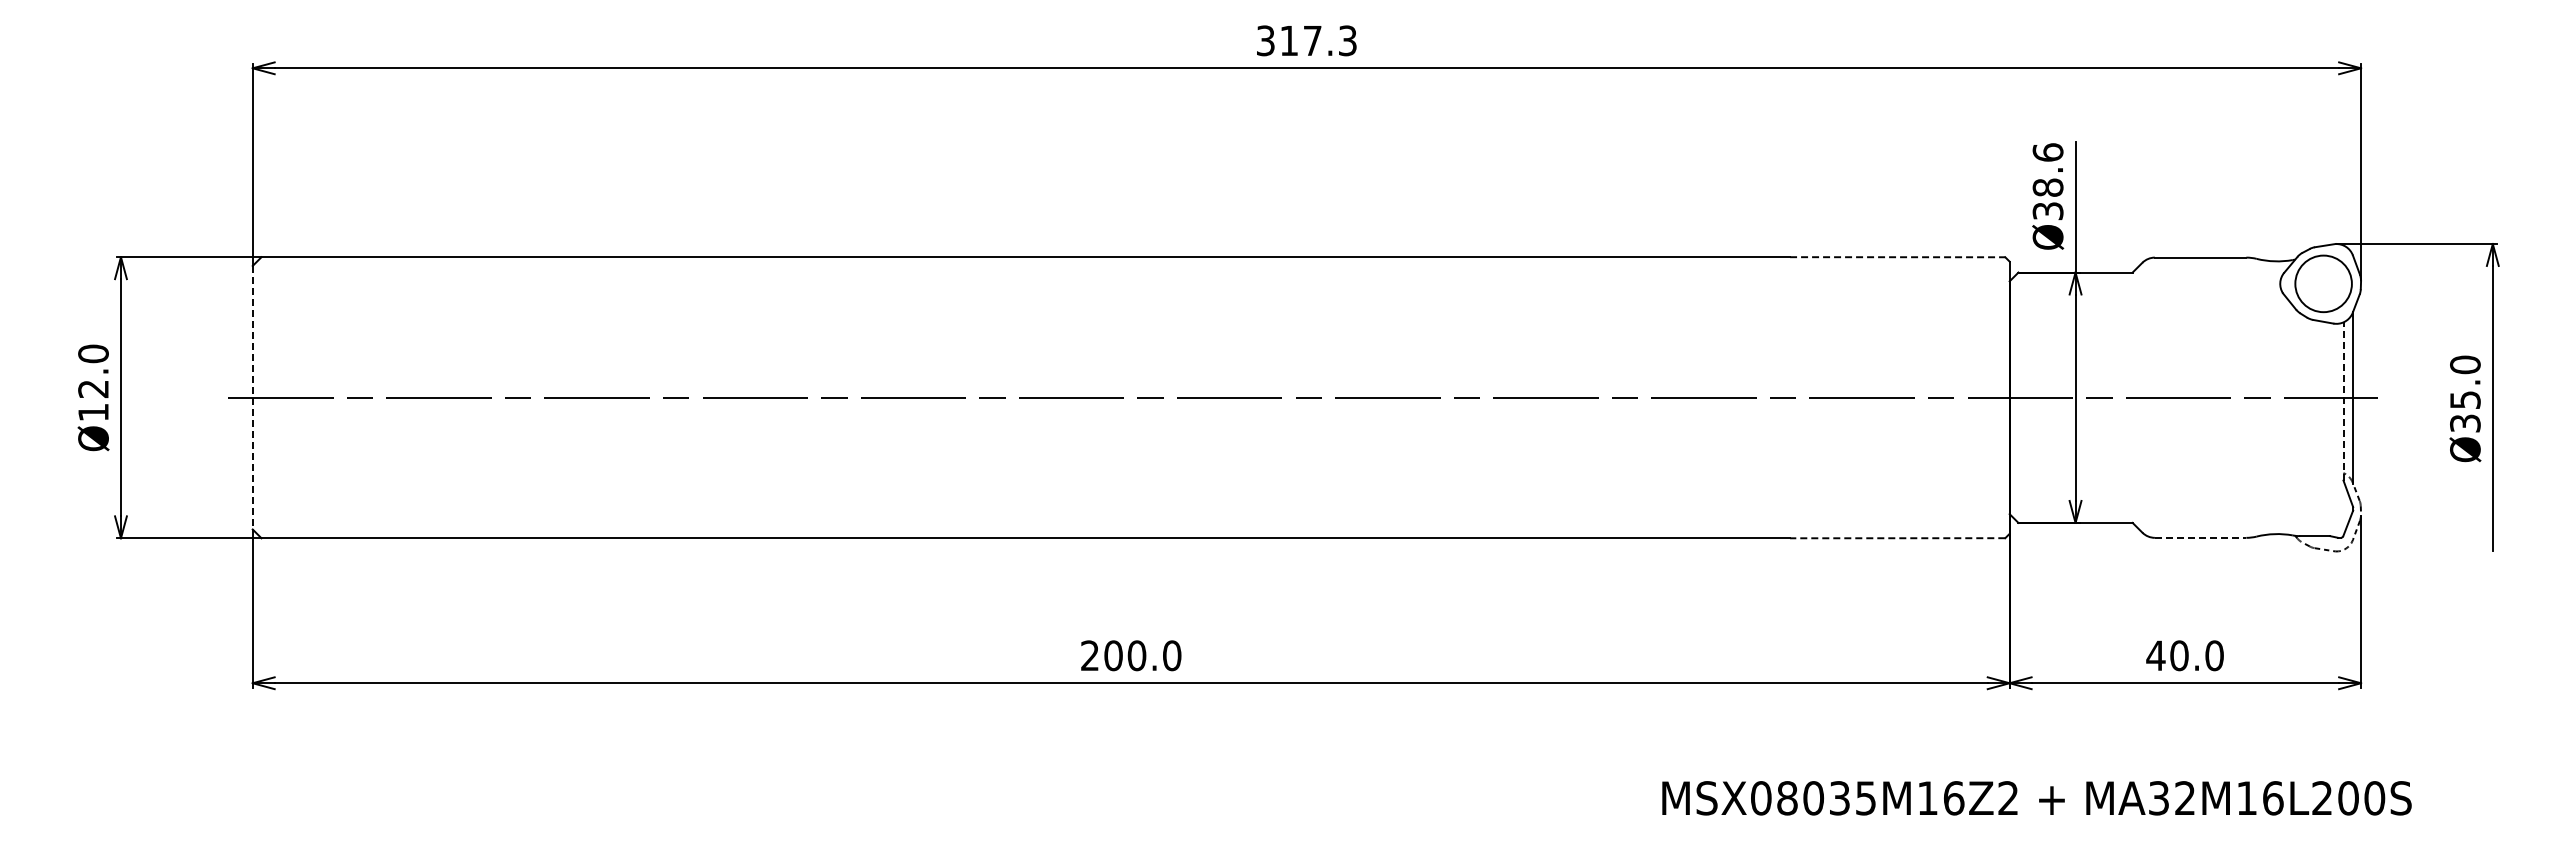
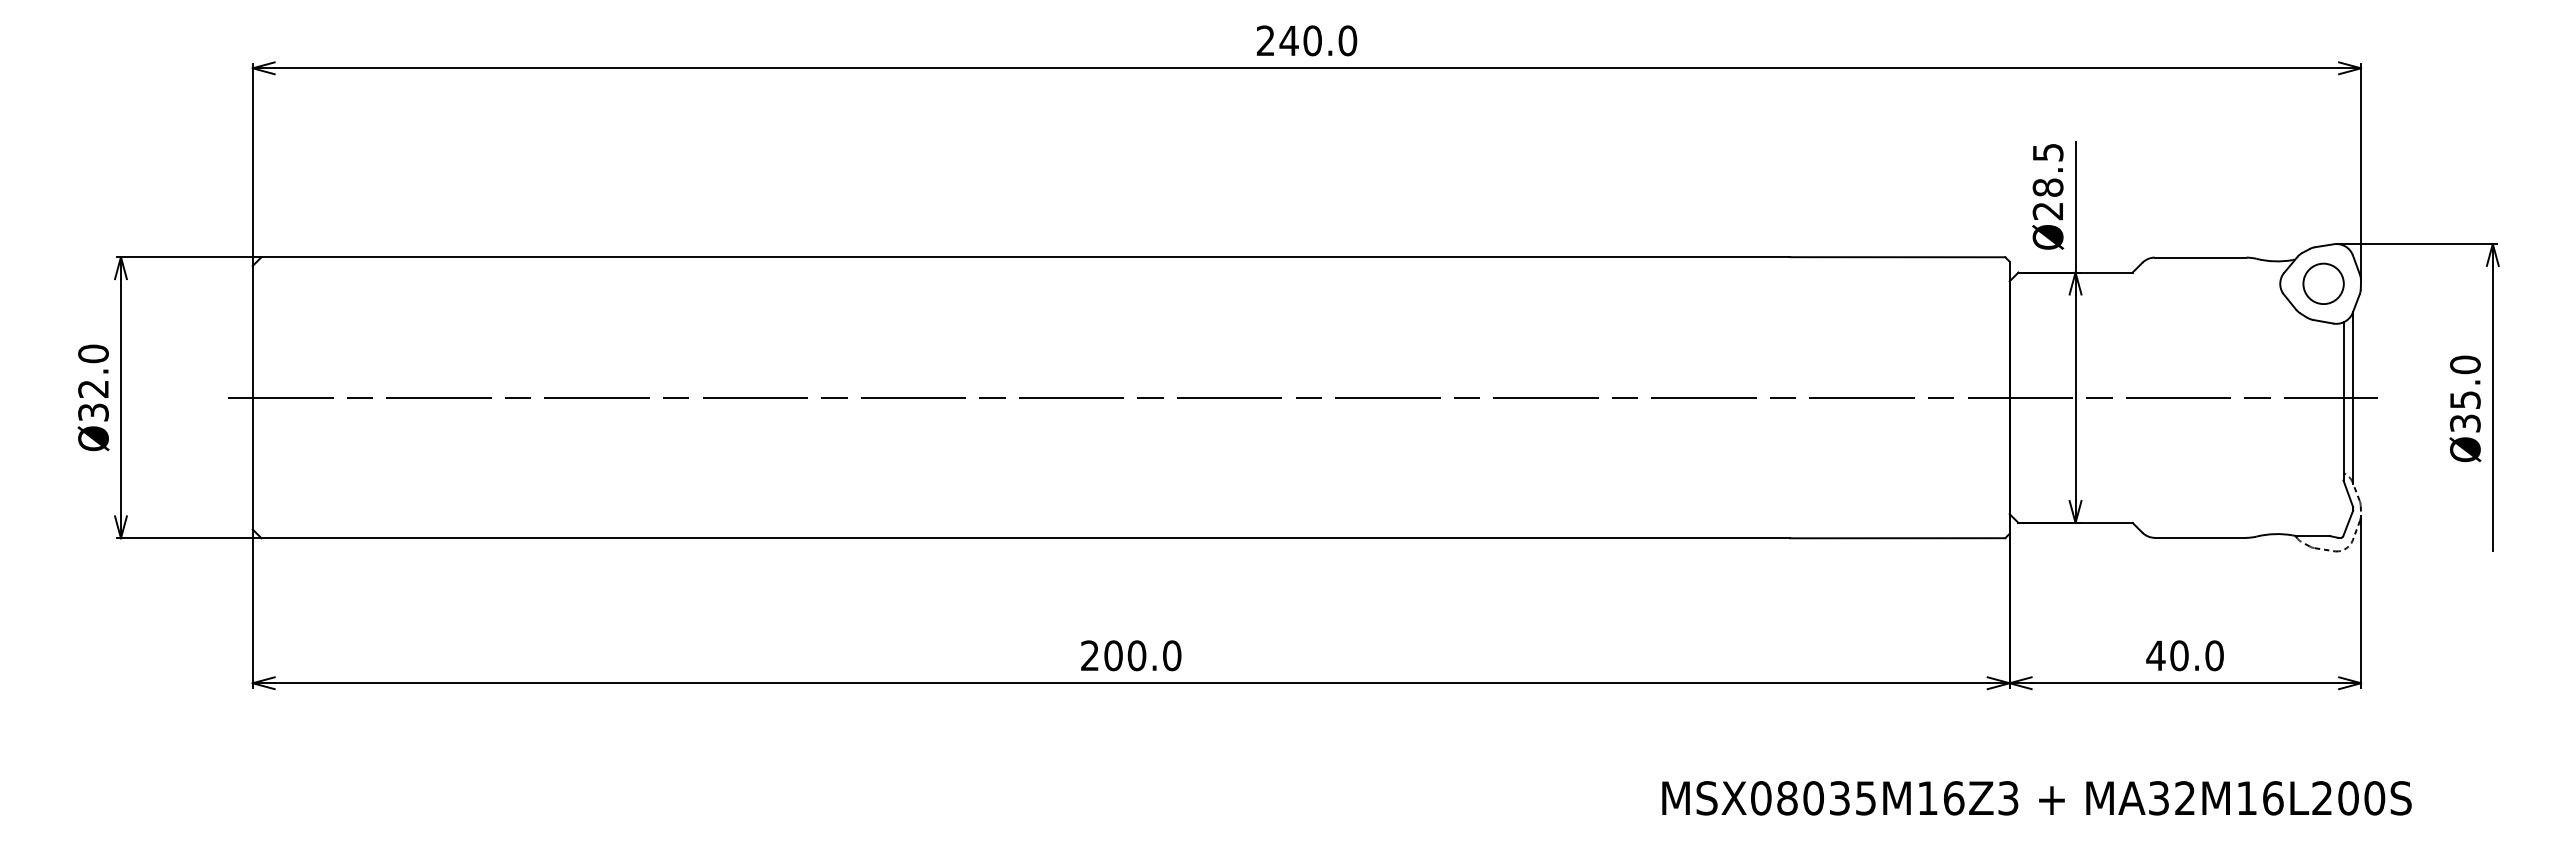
text at (1306, 40): 317.3 -> 240.0
text at (2047, 181): Ø38.6 -> Ø28.5
line at (1897, 257): dashed -> solid
circle at (2323, 283) diameter: 57 px -> 40 px
line at (252, 397): dashed -> solid
line at (2343, 400): dashed -> solid
text at (93, 412): Ø12.0 -> Ø32.0
line at (2200, 537): dashed -> solid
line at (1897, 538): dashed -> solid
text at (2008, 798): MSX08035M16Z2 -> MSX08035M16Z3
